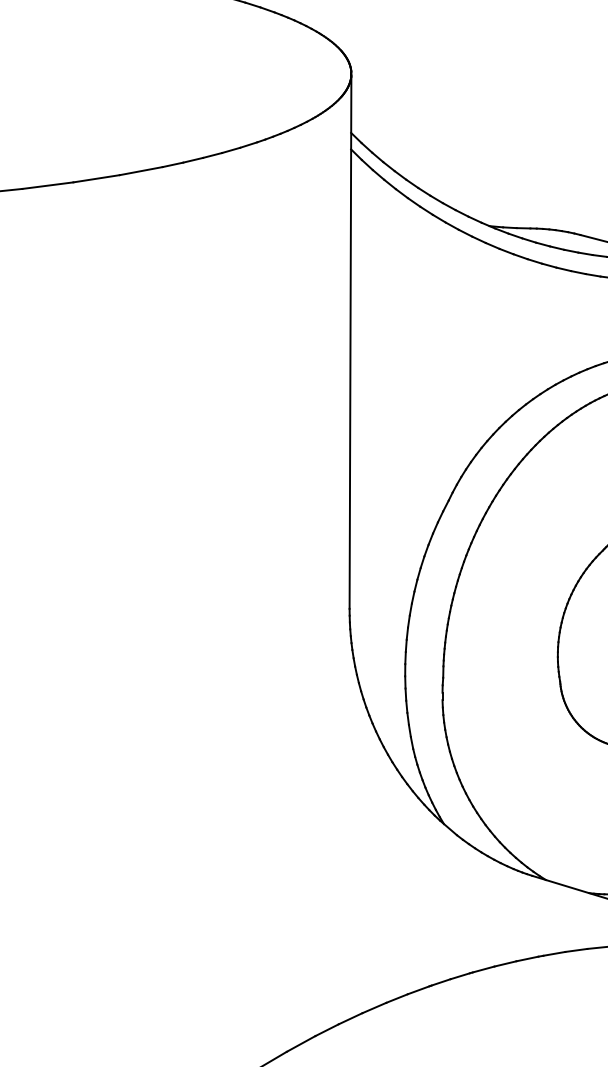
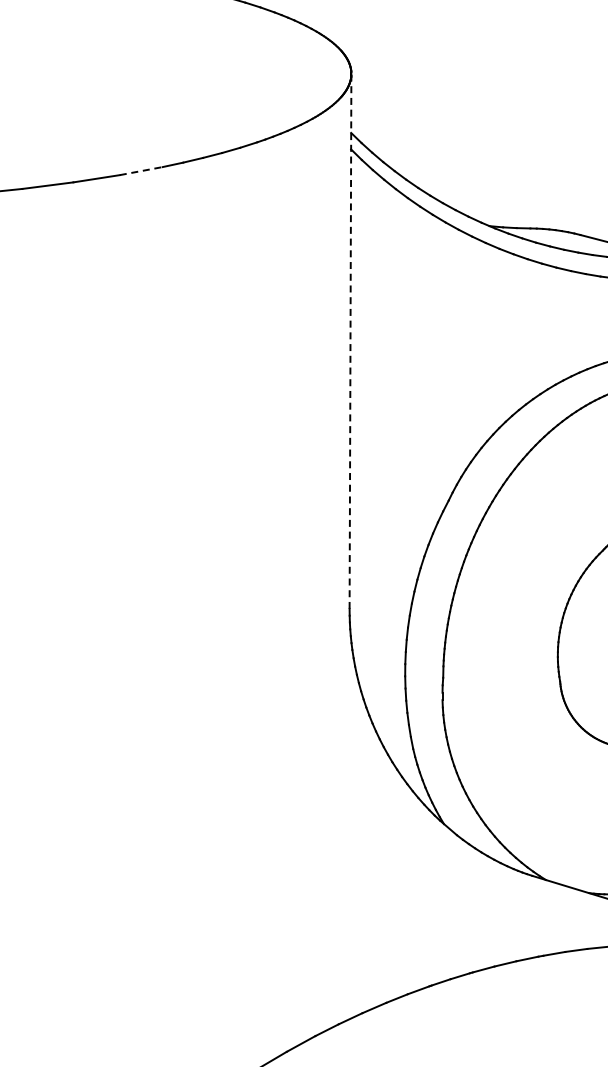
line at (141, 171): solid -> dashed
line at (350, 342): solid -> dashed
